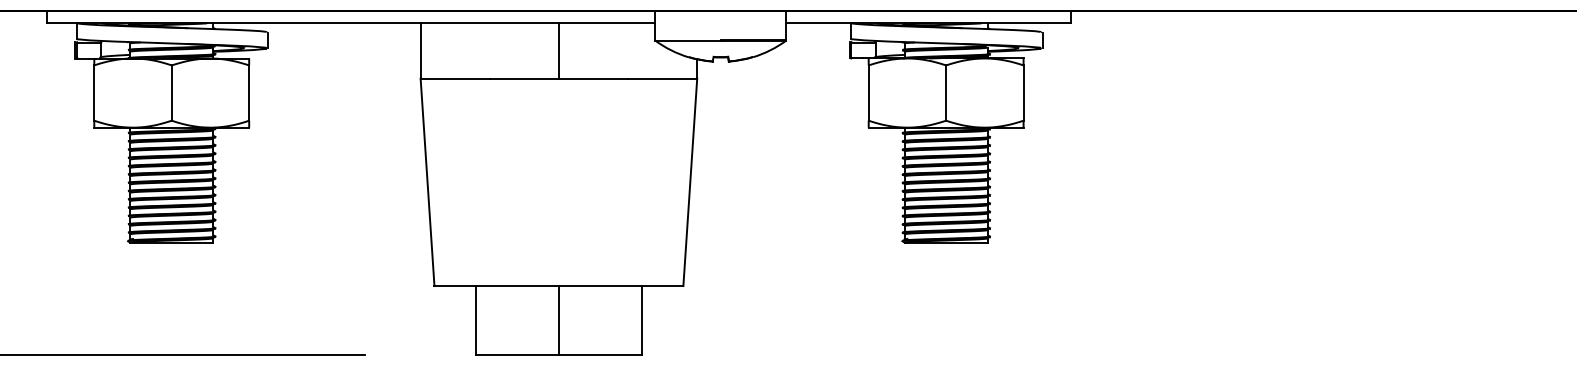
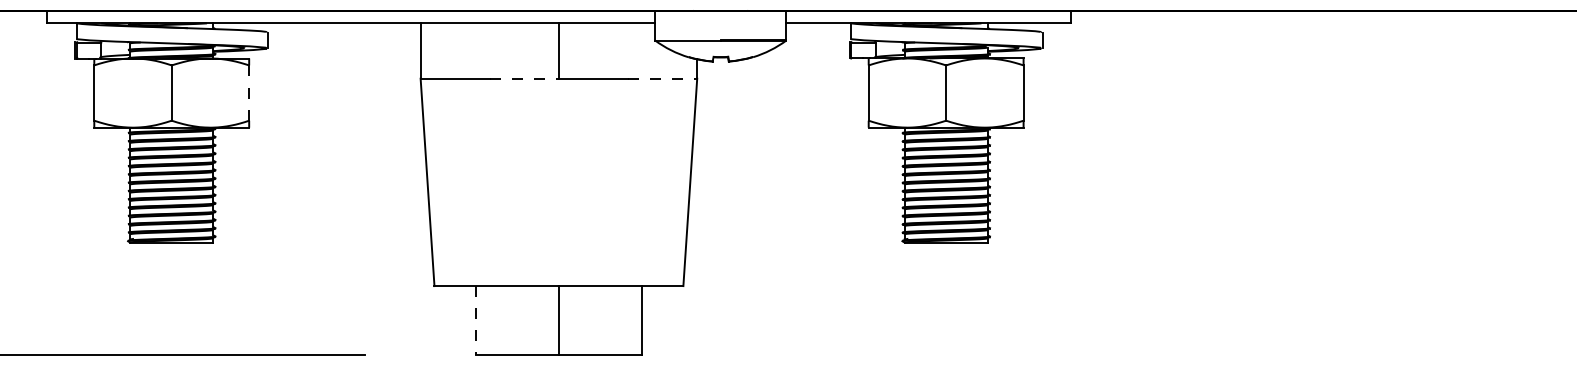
line at (524, 78): solid -> dashed
line at (662, 78): solid -> dashed
line at (249, 93): solid -> dashed
line at (475, 320): solid -> dashed
